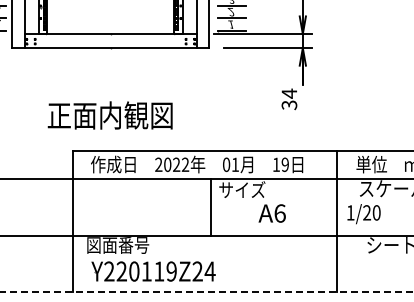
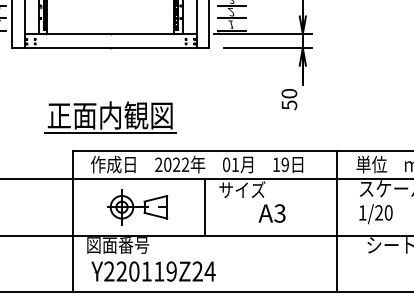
text at (289, 98): 34 -> 50
line at (110, 132): none -> present
part at (137, 207): none -> present
line at (210, 207) position: (210, 207) -> (204, 207)
text at (279, 213): A6 -> A3
text at (363, 214) position: (363, 214) -> (375, 214)
line at (207, 291): dashed -> solid
